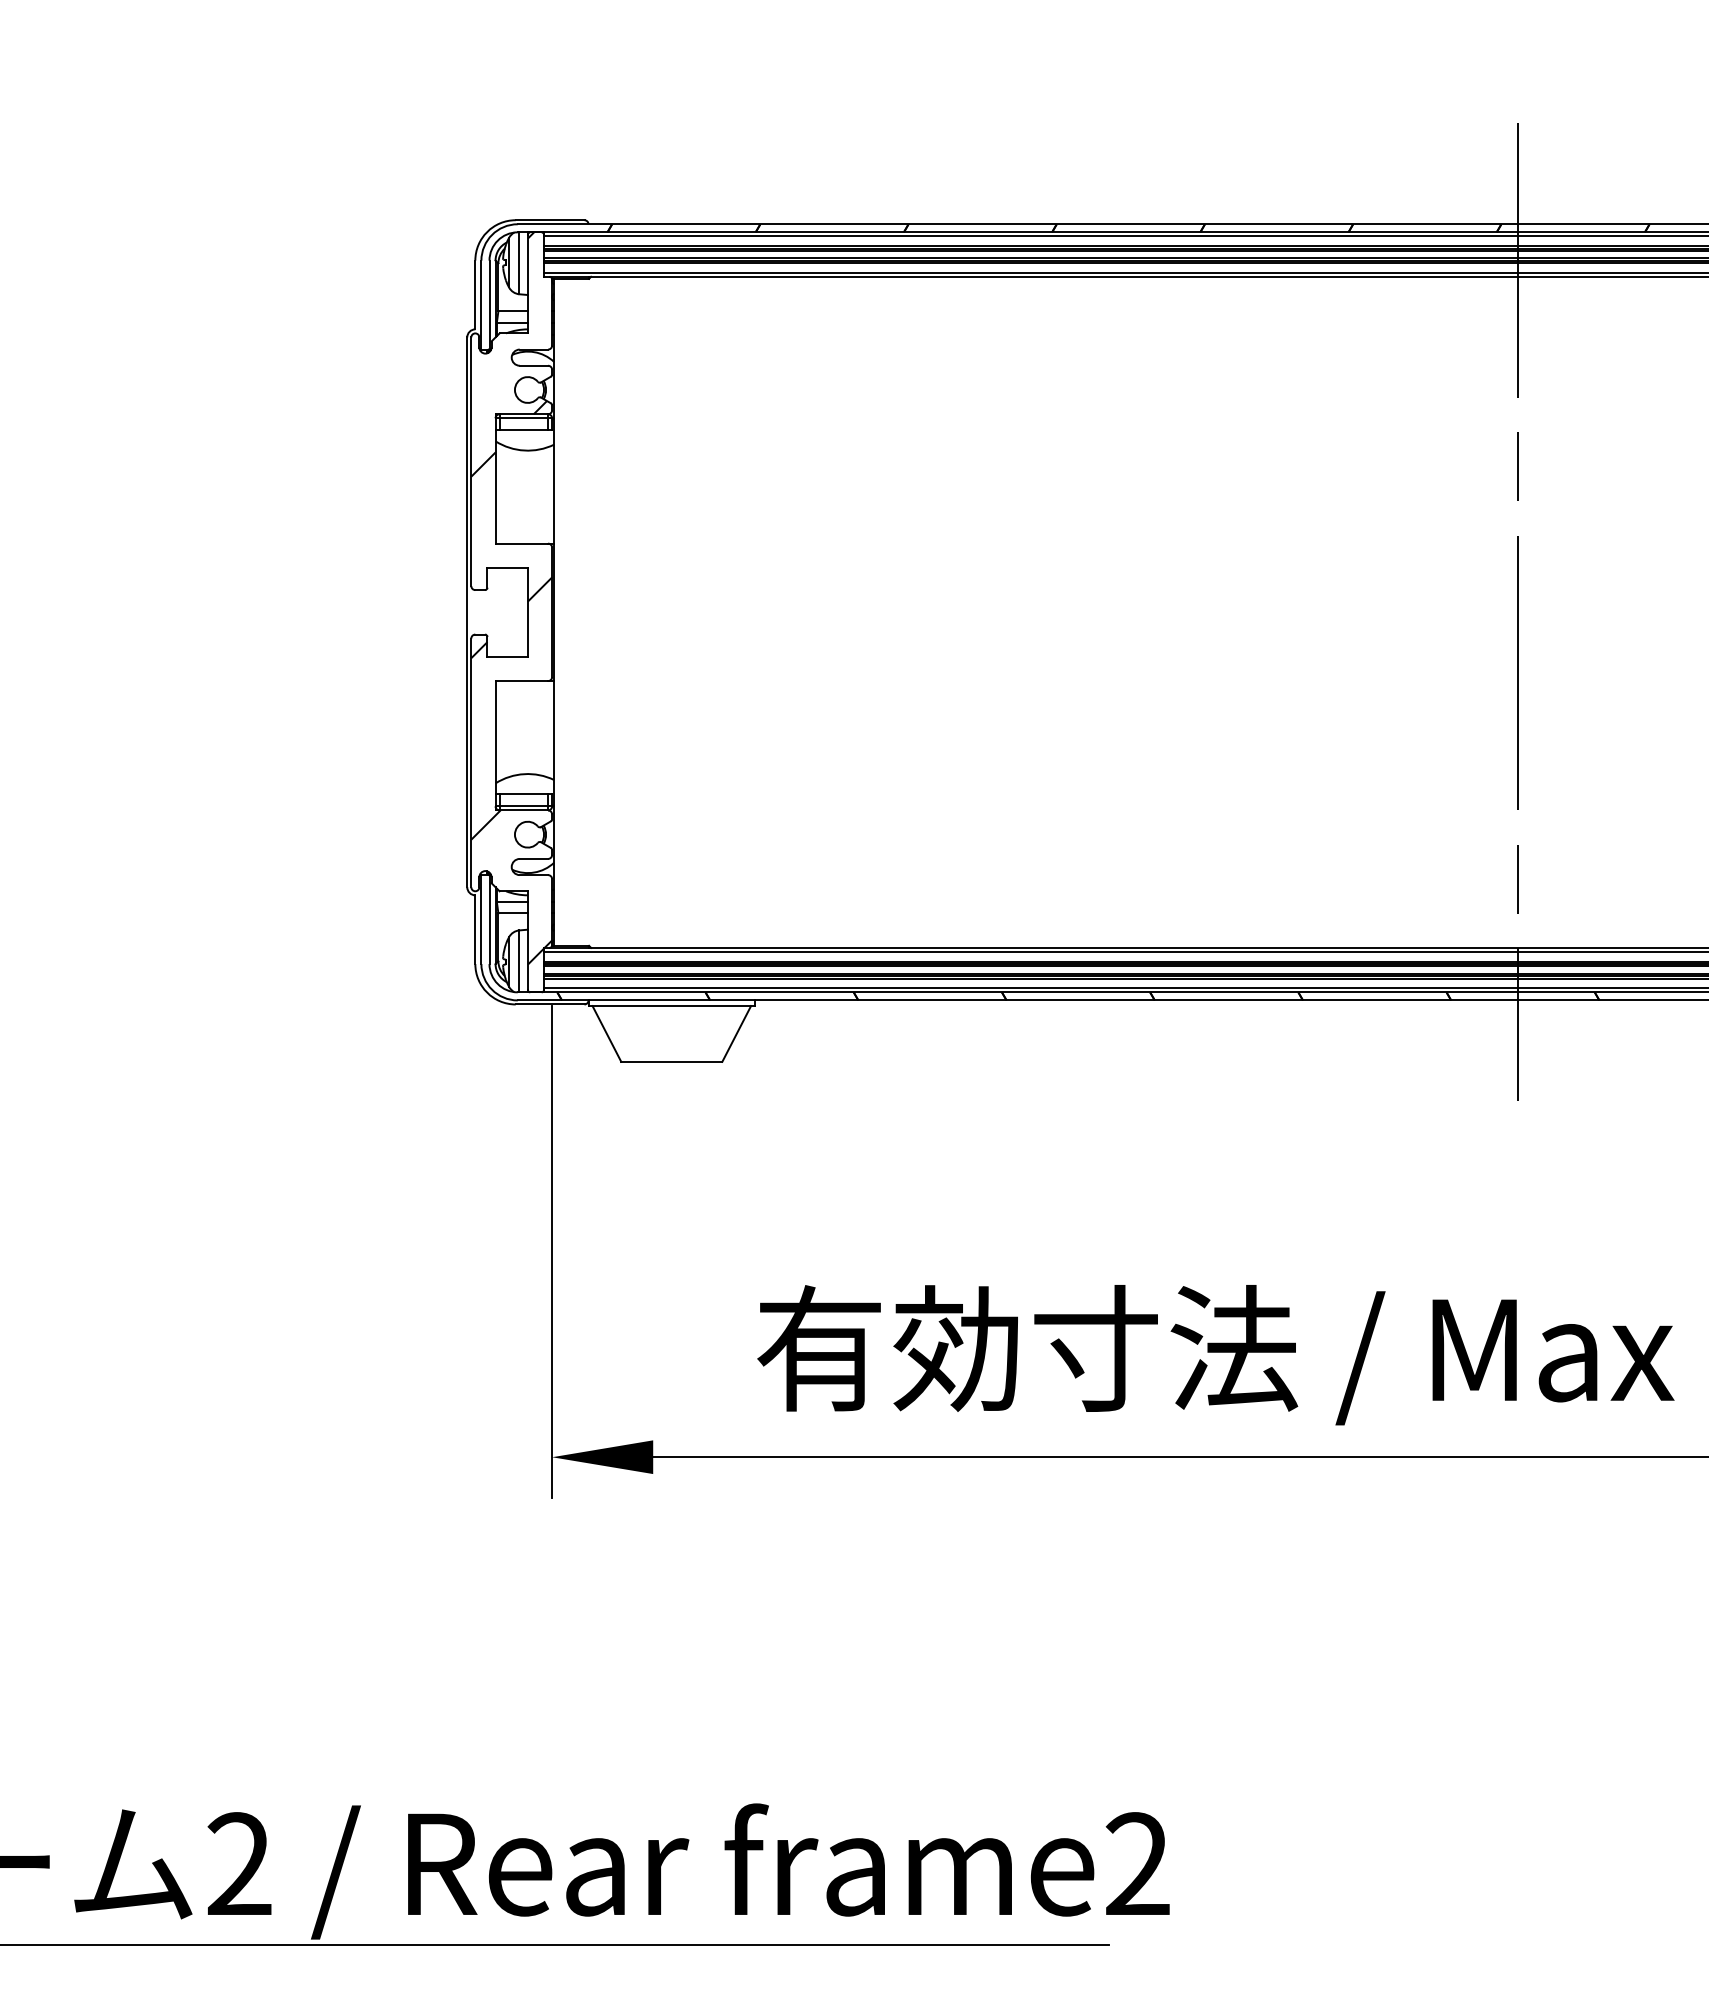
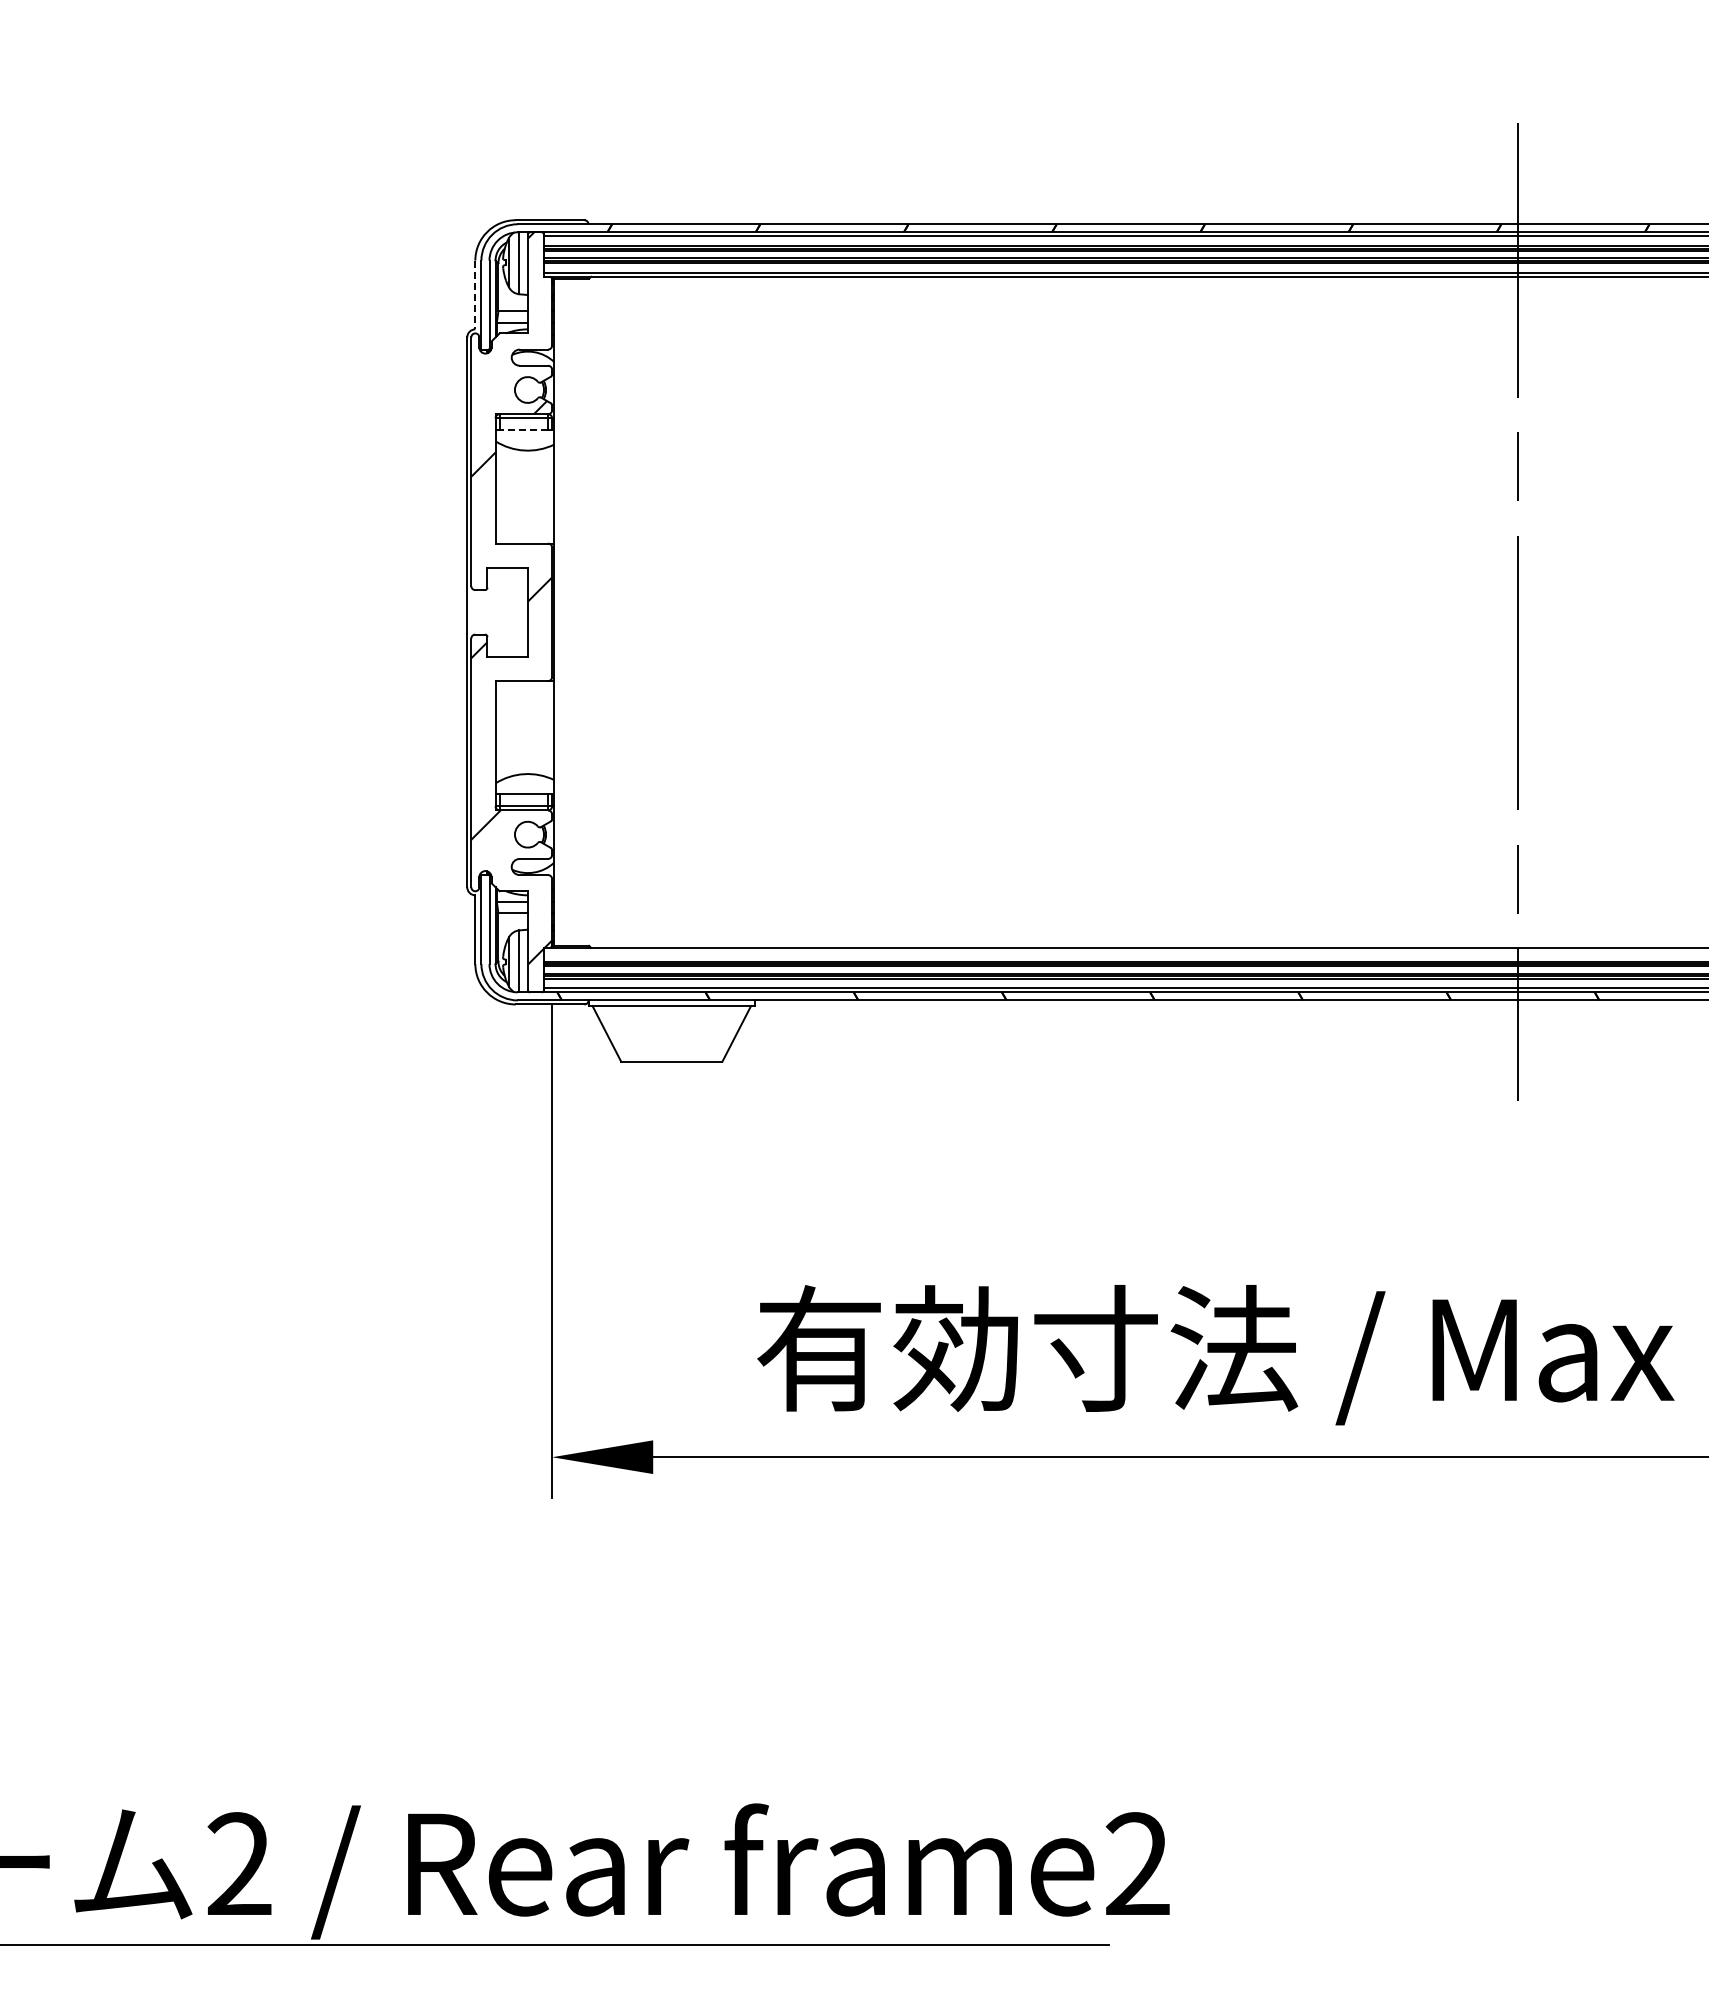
line at (475, 295): solid -> dashed
line at (523, 430): solid -> dashed
line at (1124, 951): present -> none
